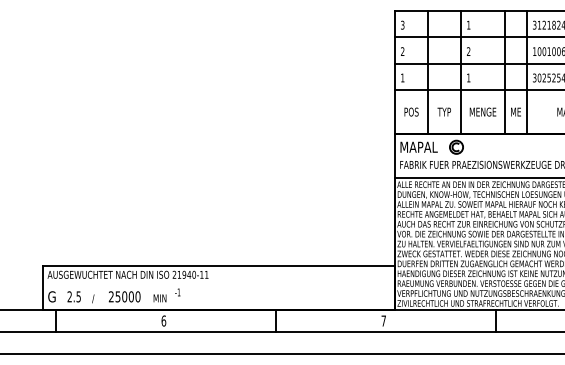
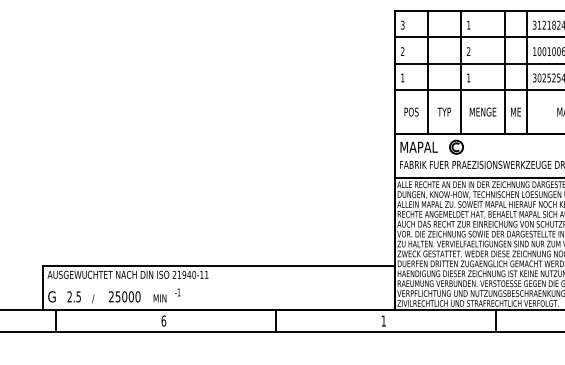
text at (383, 320): 7 -> 1
line at (281, 354): present -> none
